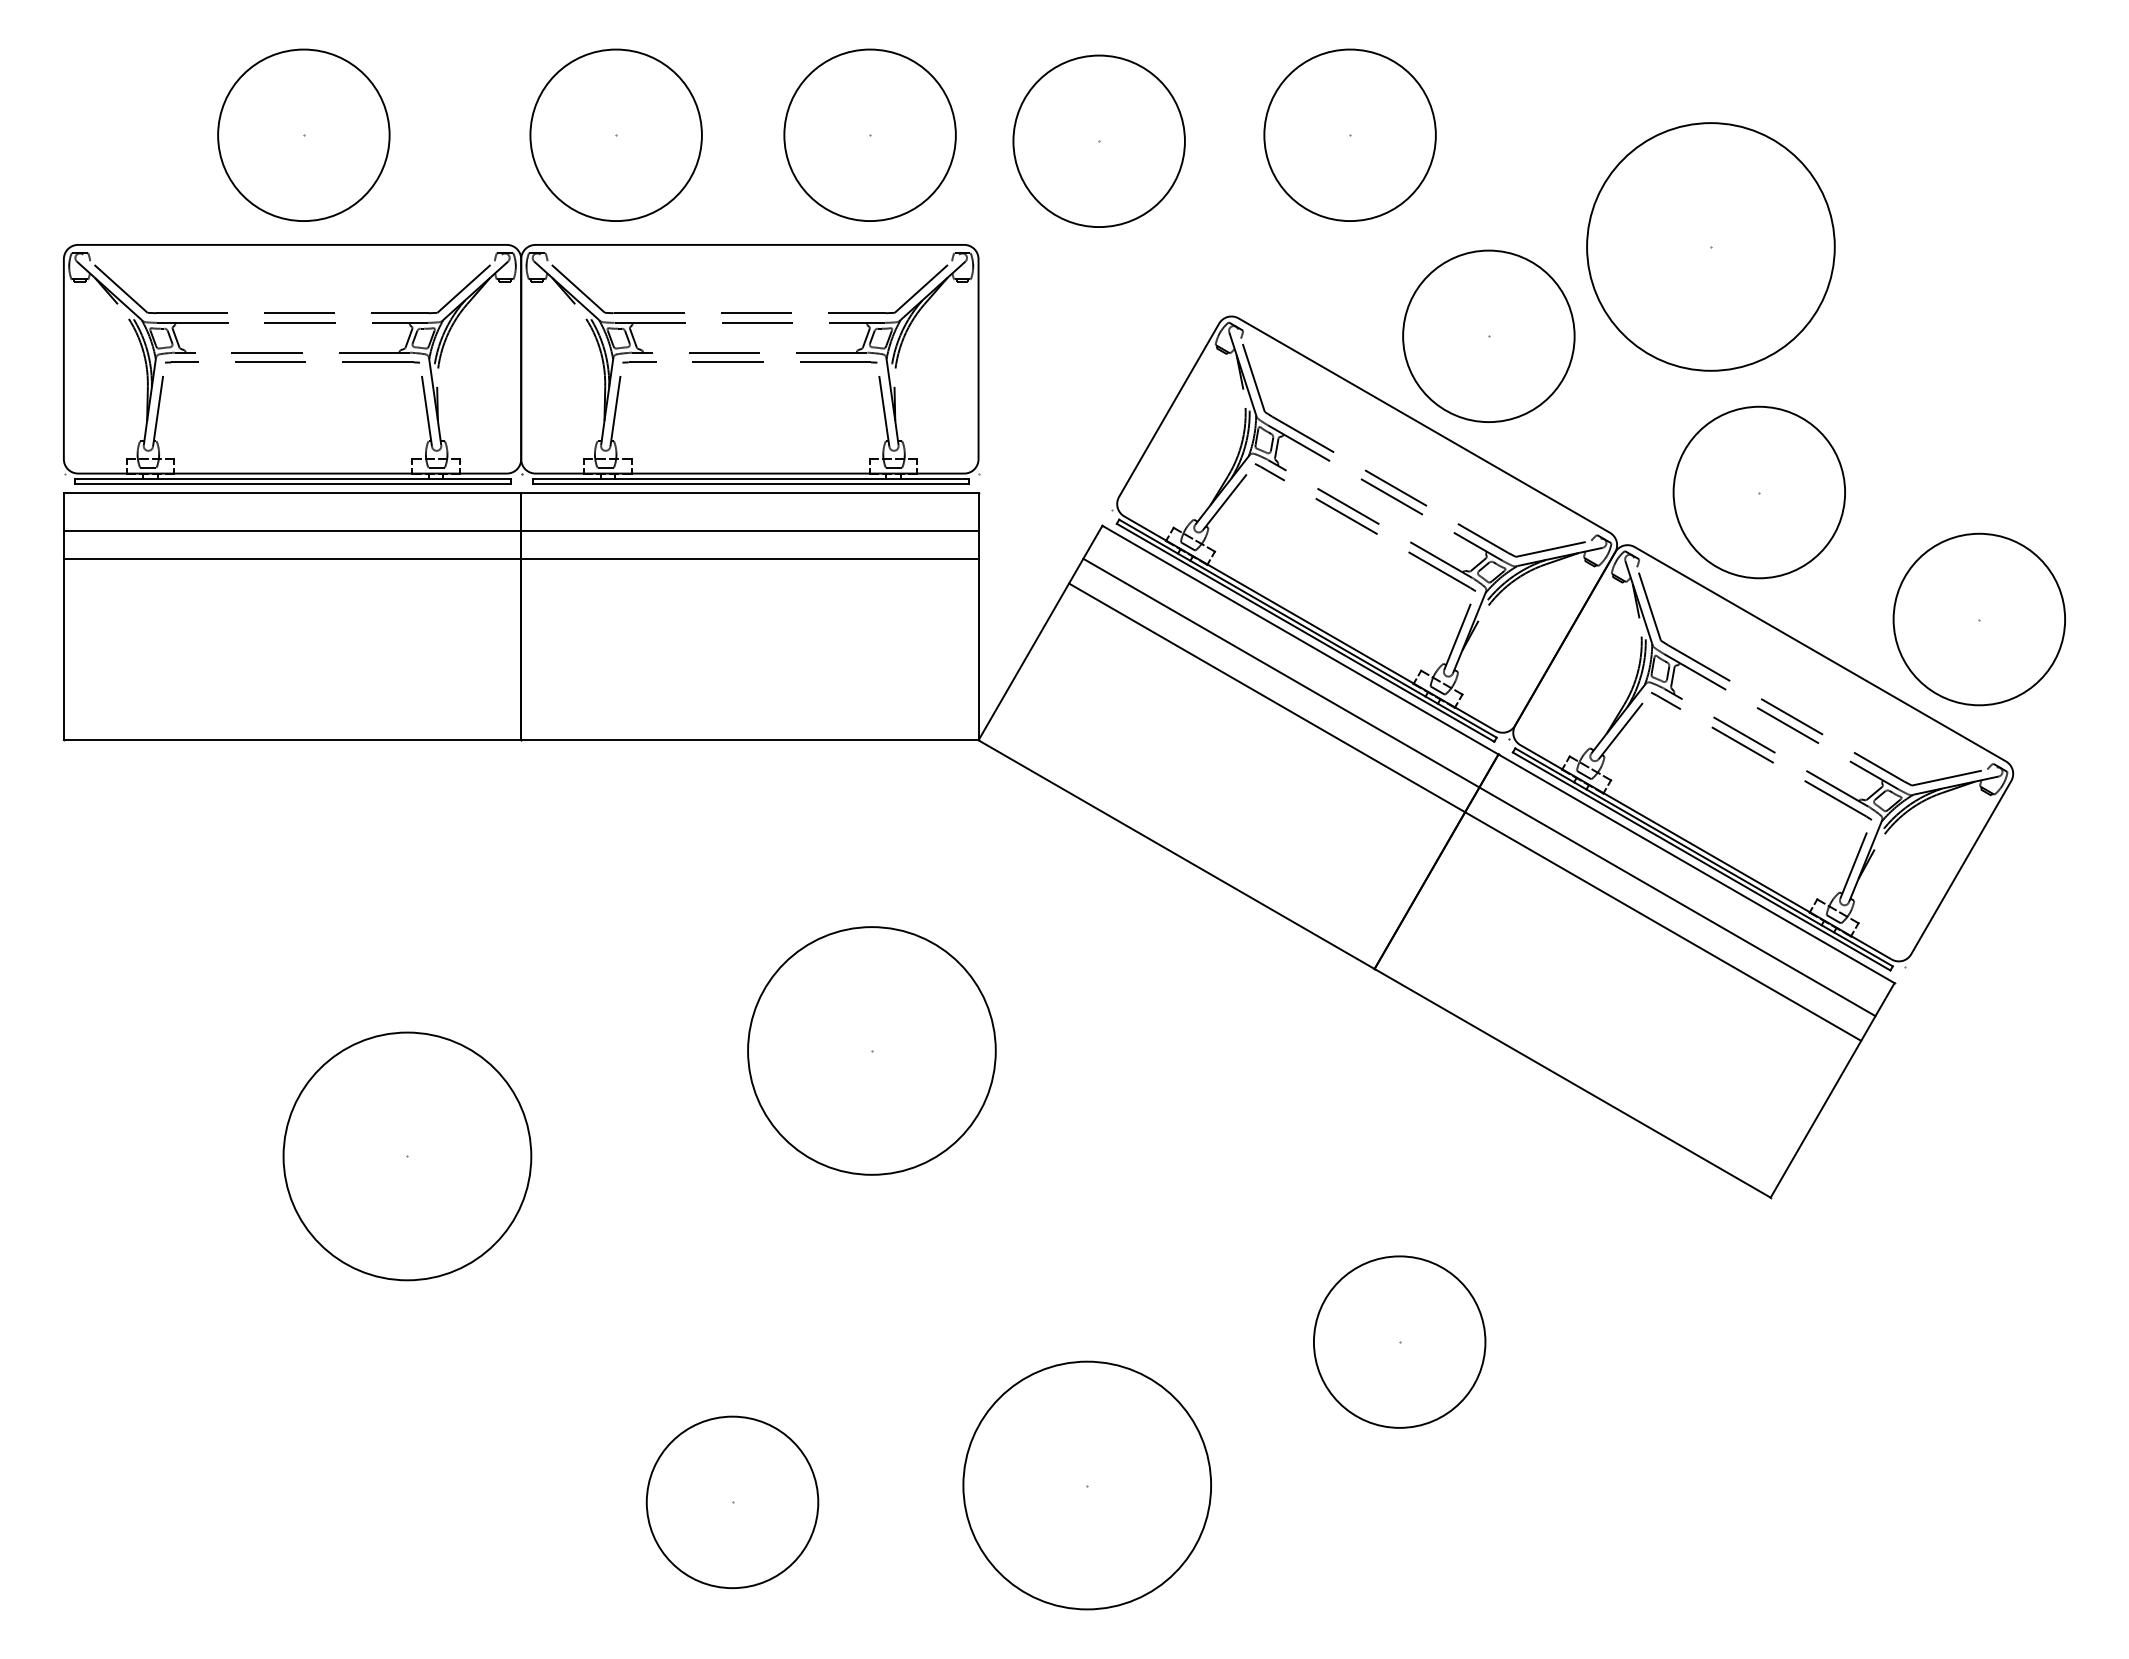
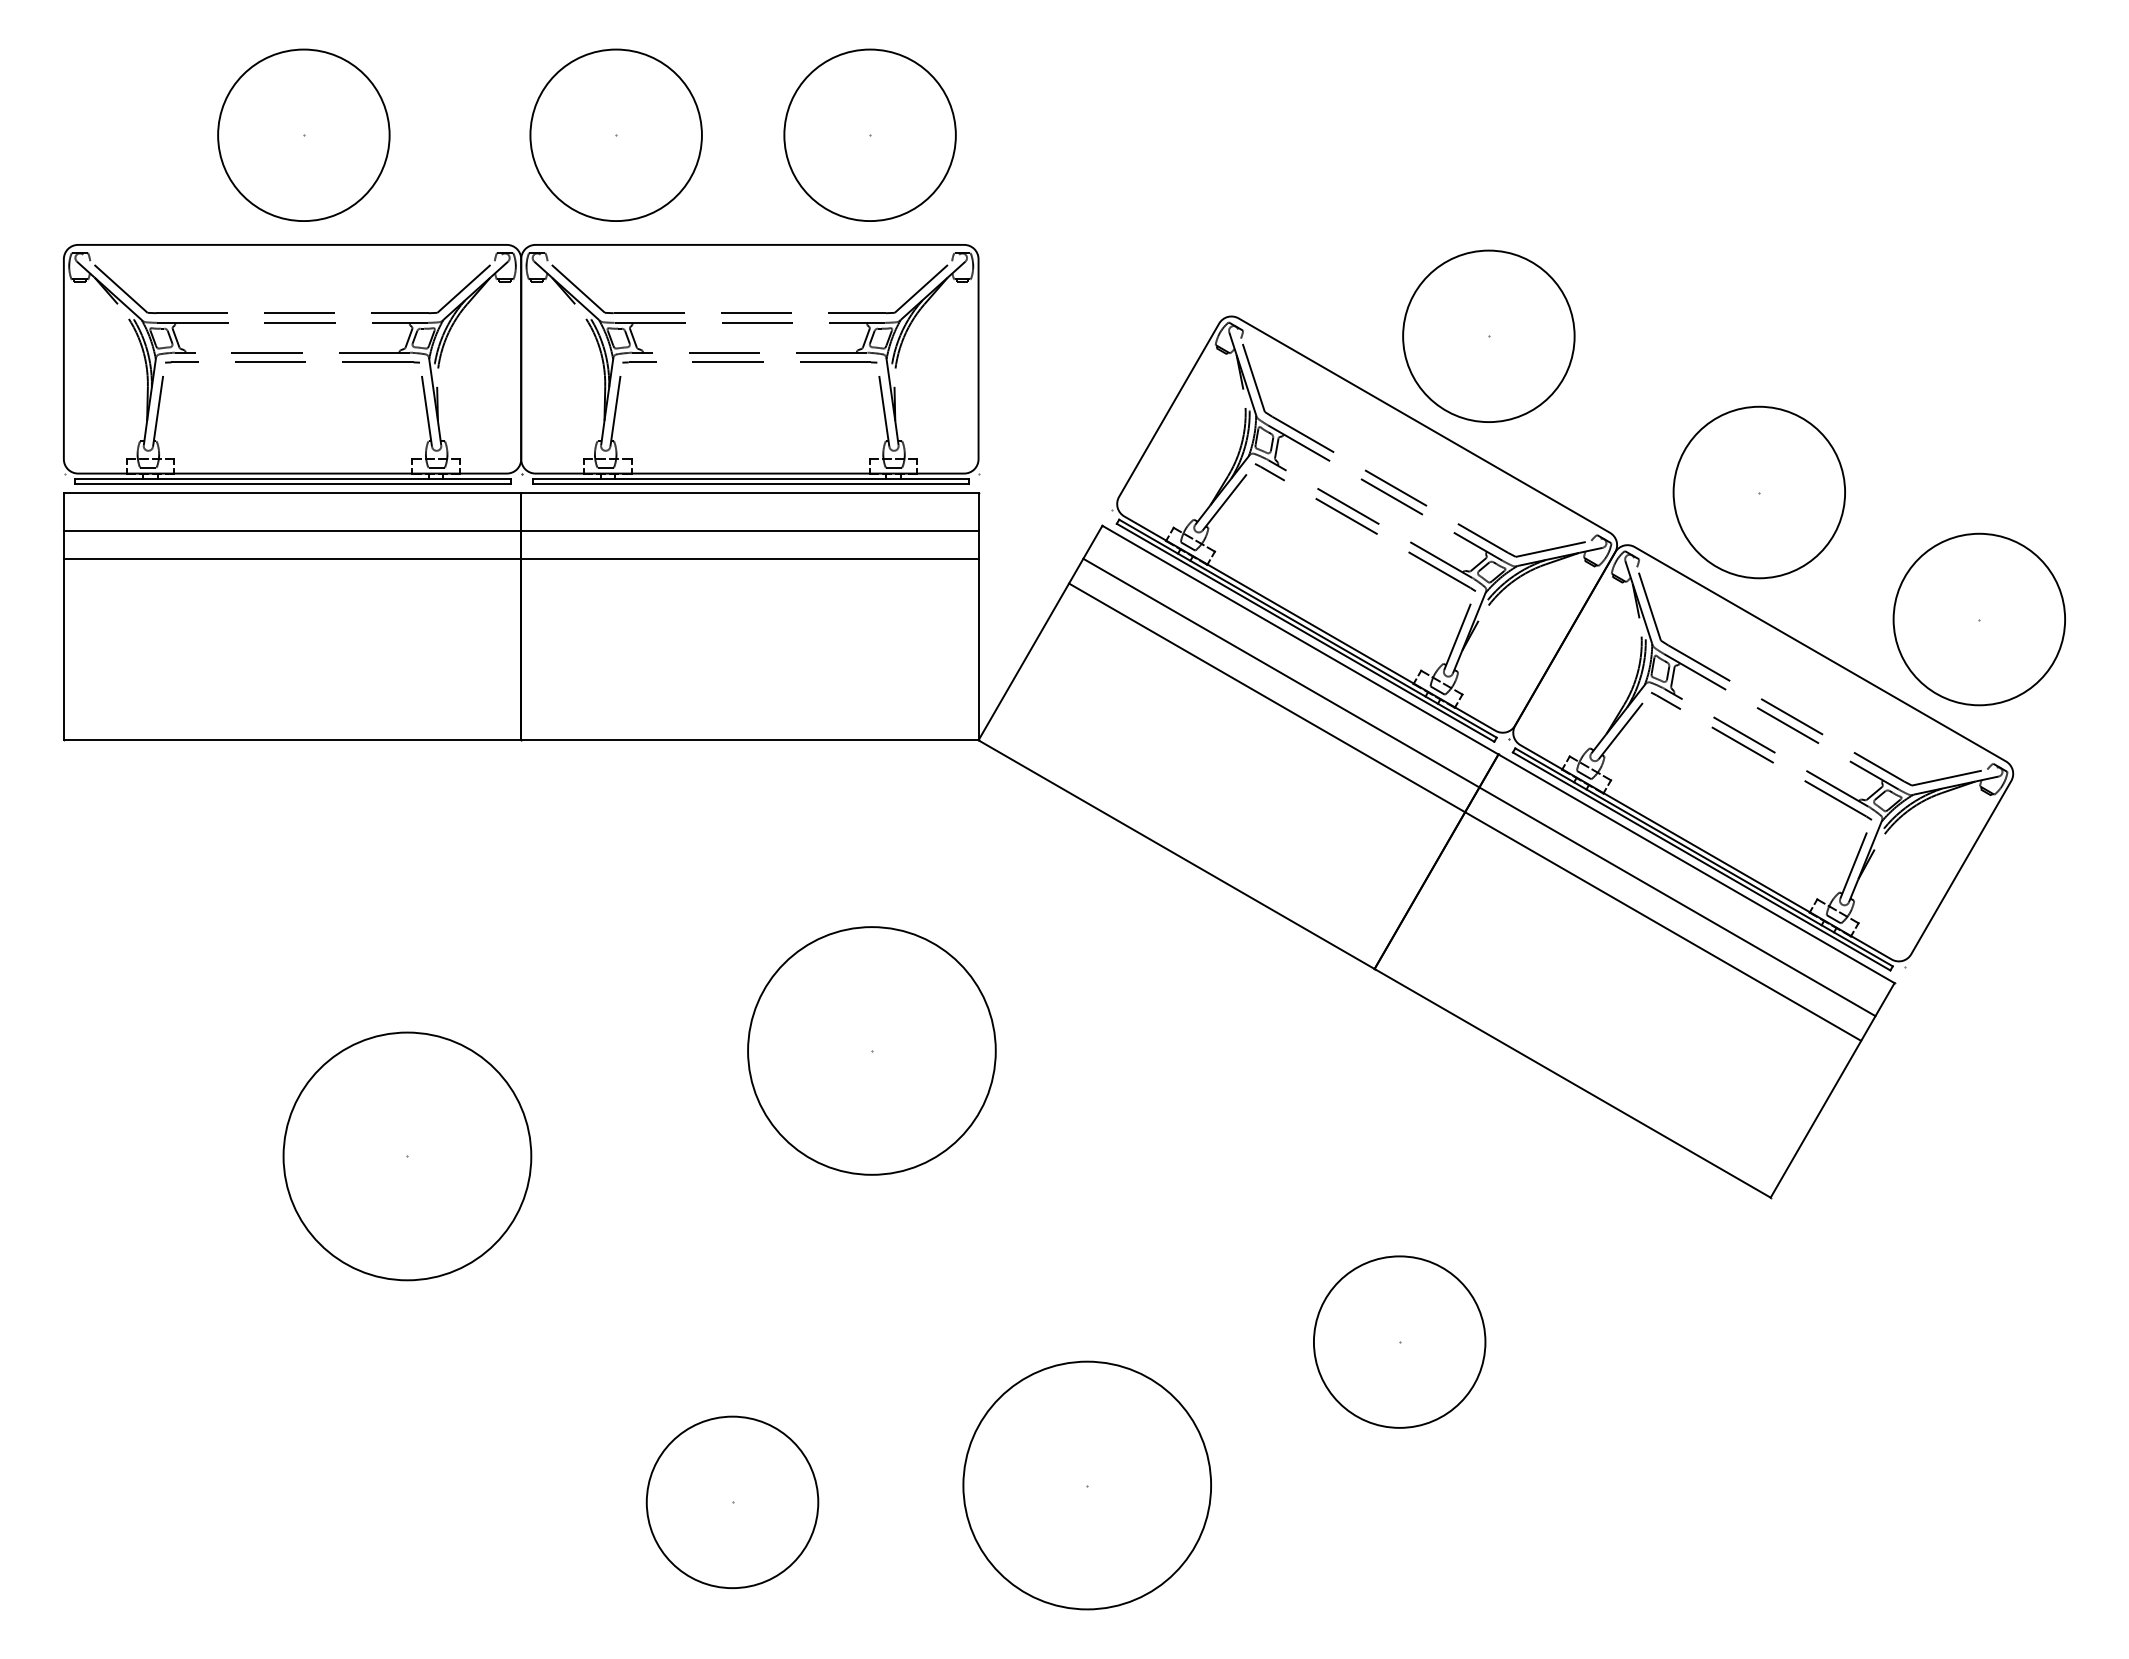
part at (1349, 134): present -> none
part at (1098, 140): present -> none
part at (1710, 246): present -> none
